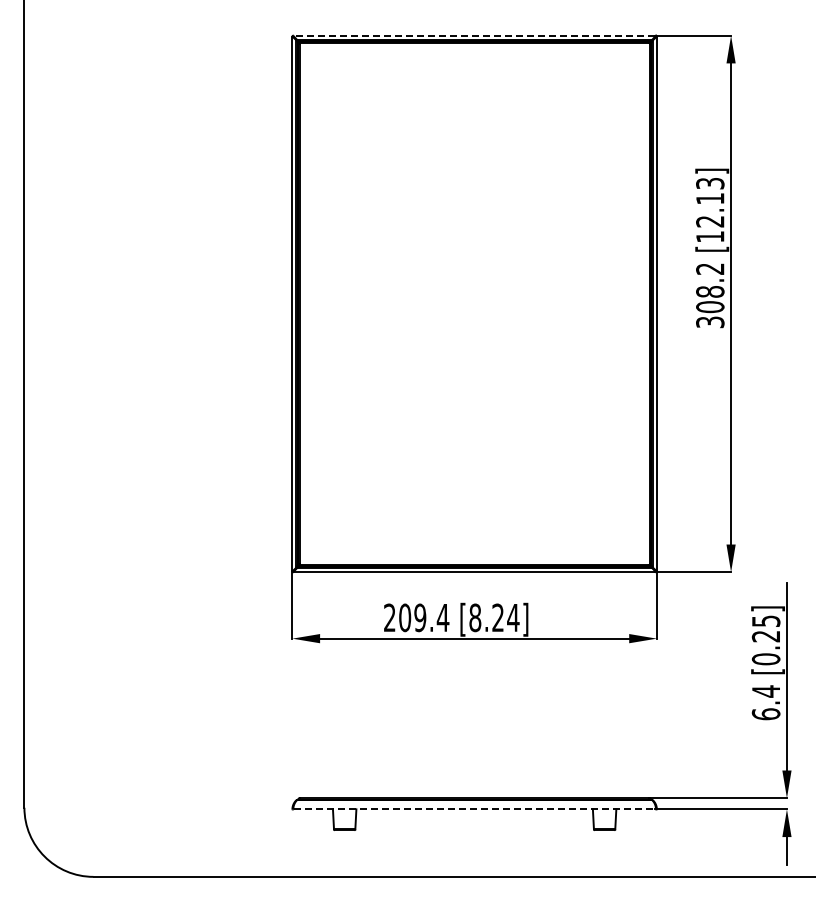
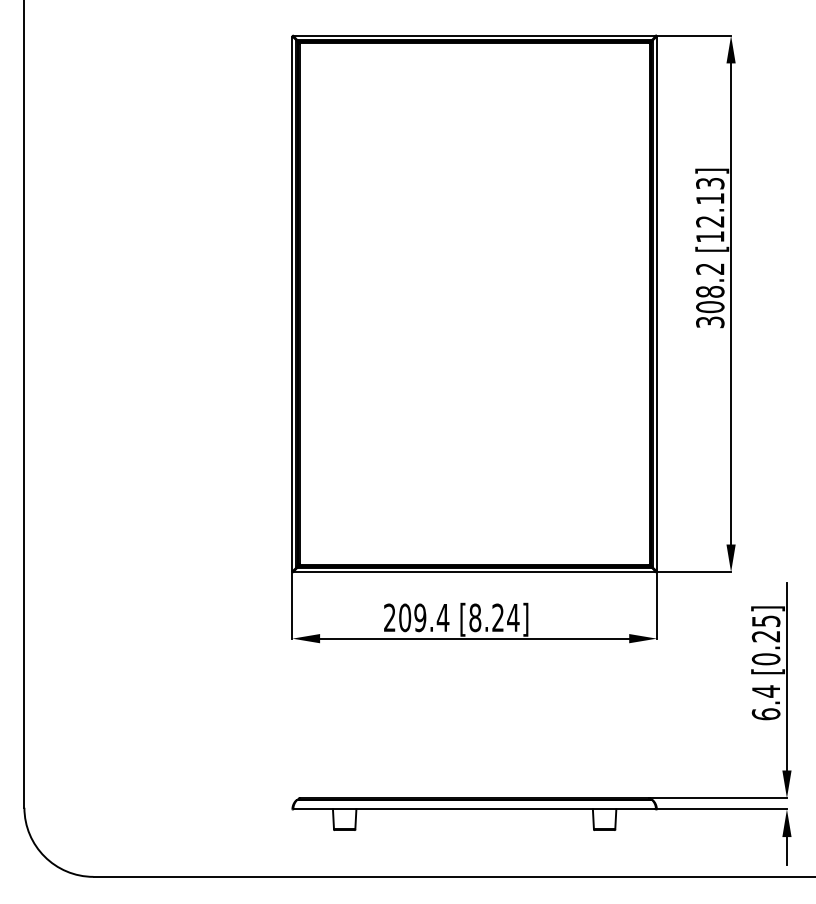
line at (474, 35): dashed -> solid
line at (474, 809): dashed -> solid
